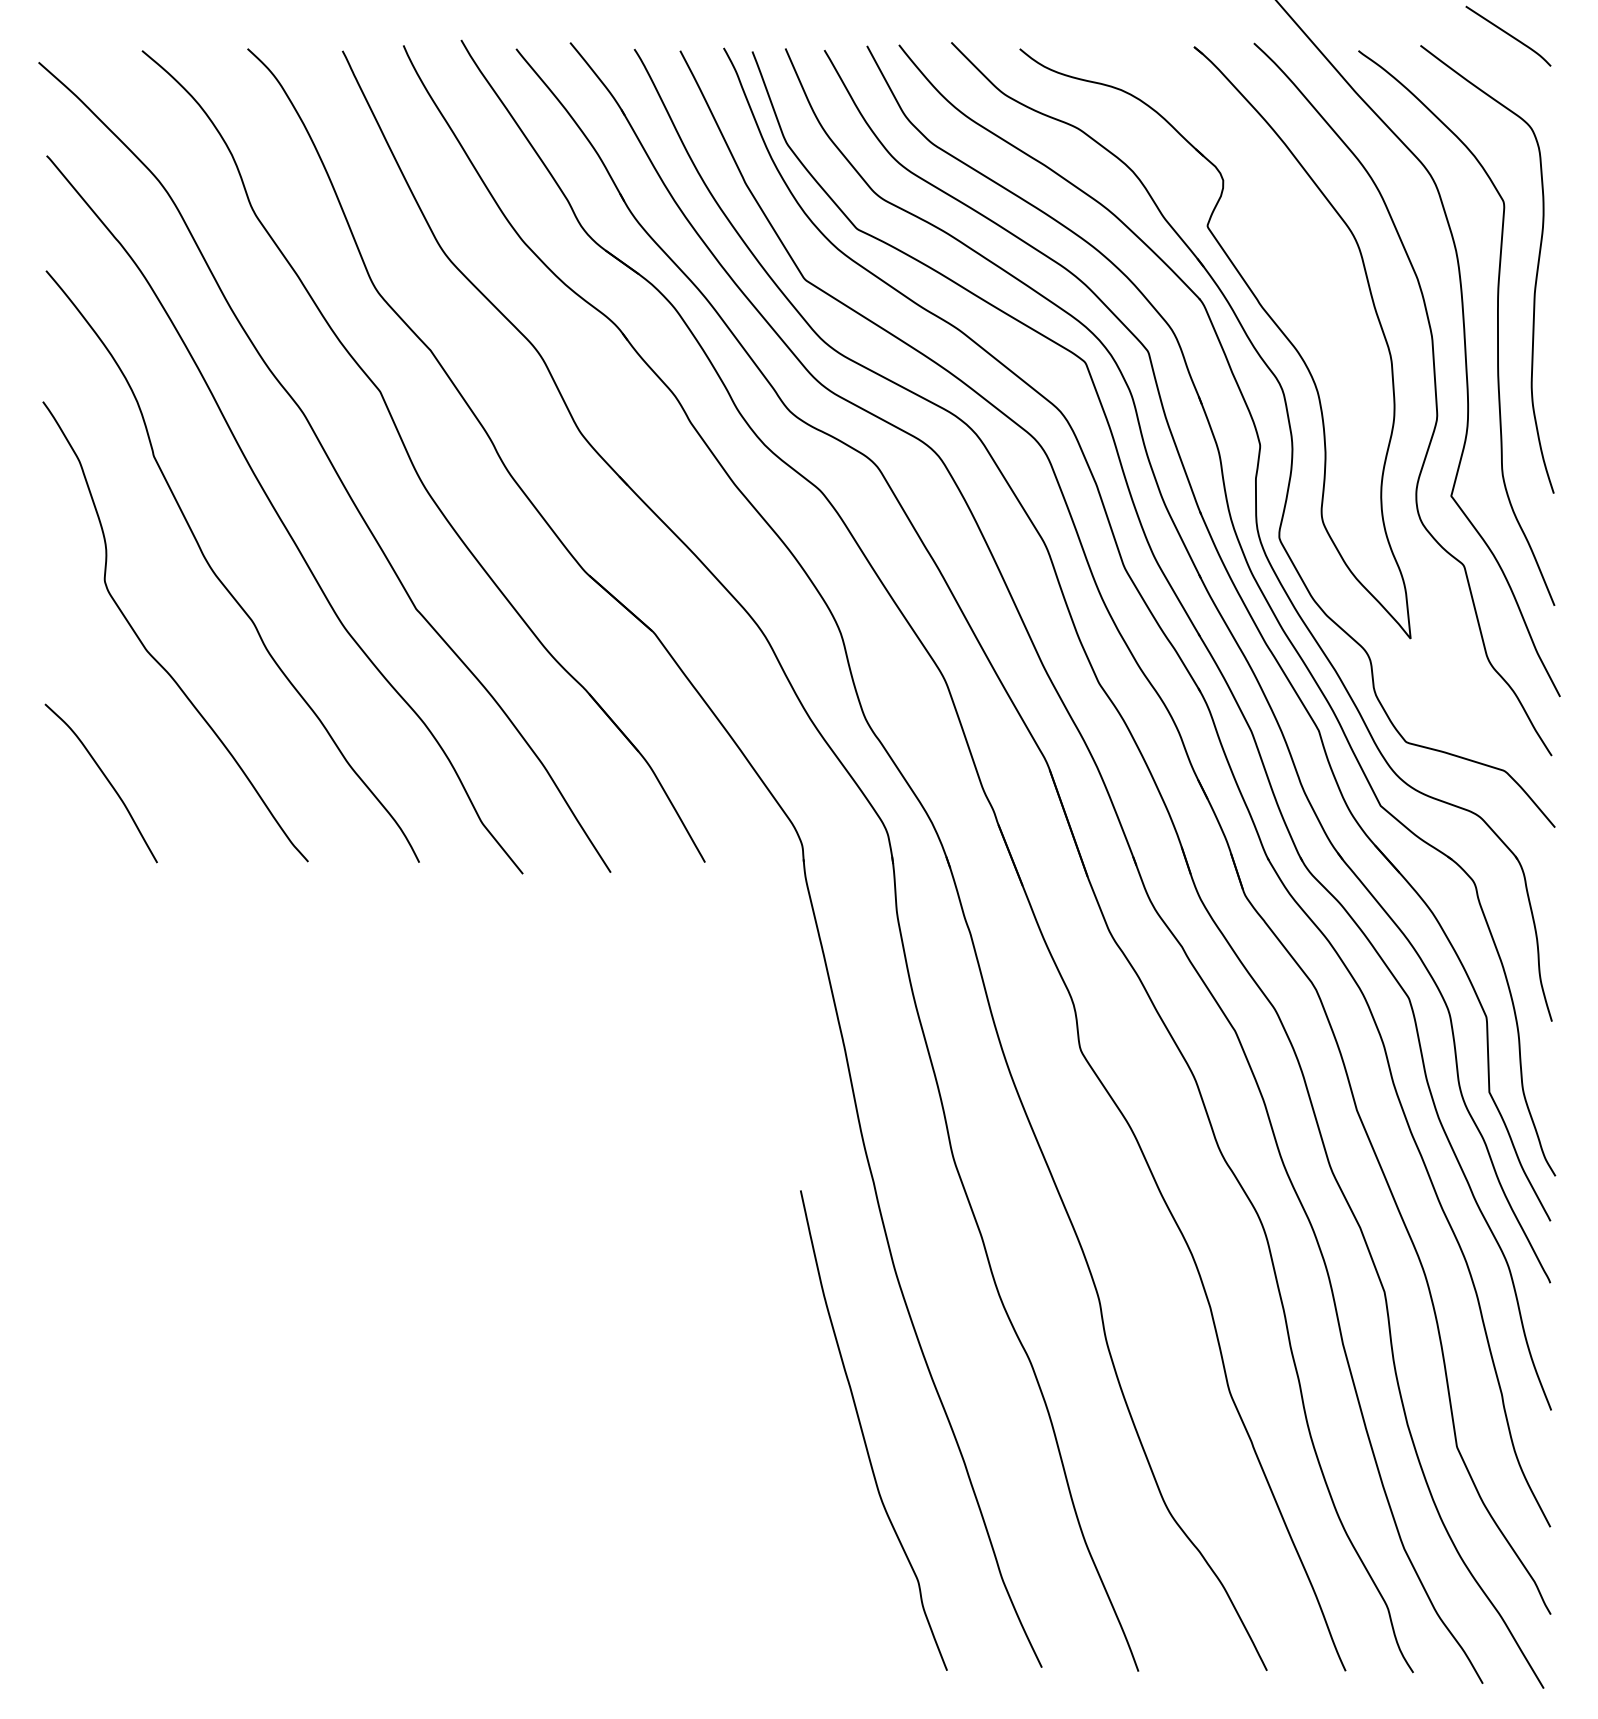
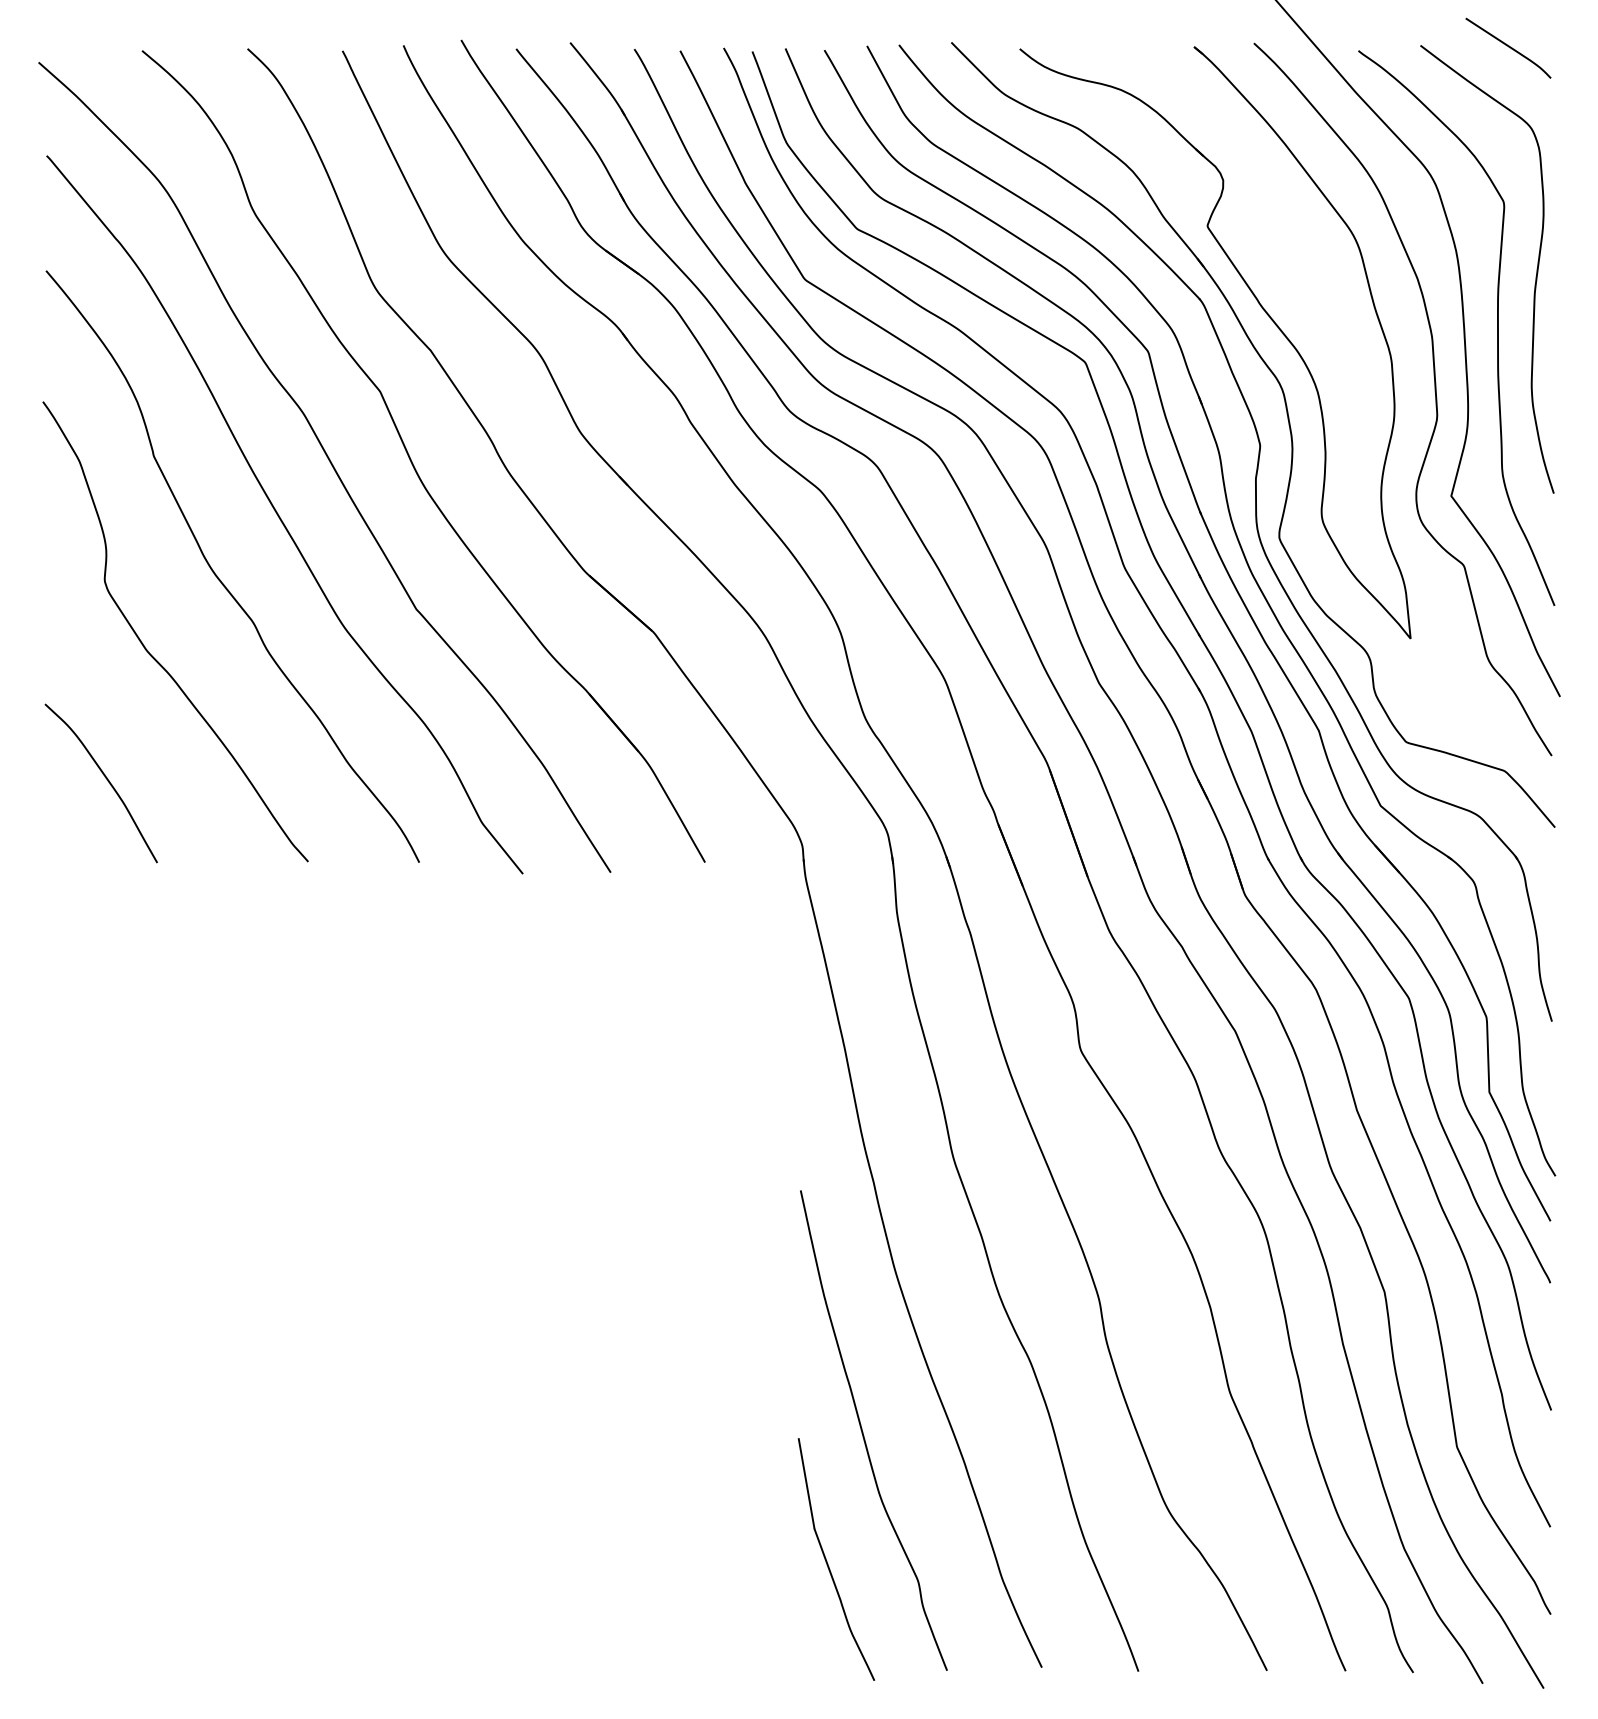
curve at (1508, 35) position: (1508, 35) -> (1508, 47)
curve at (828, 1563): none -> present
